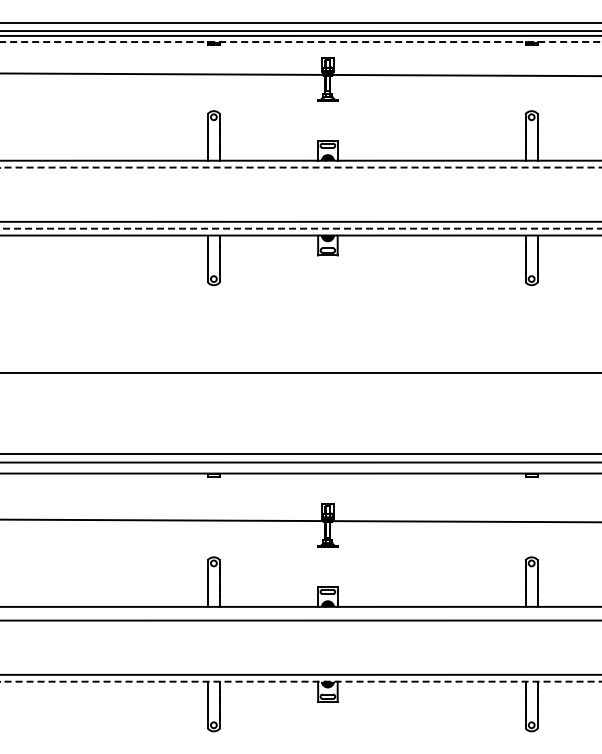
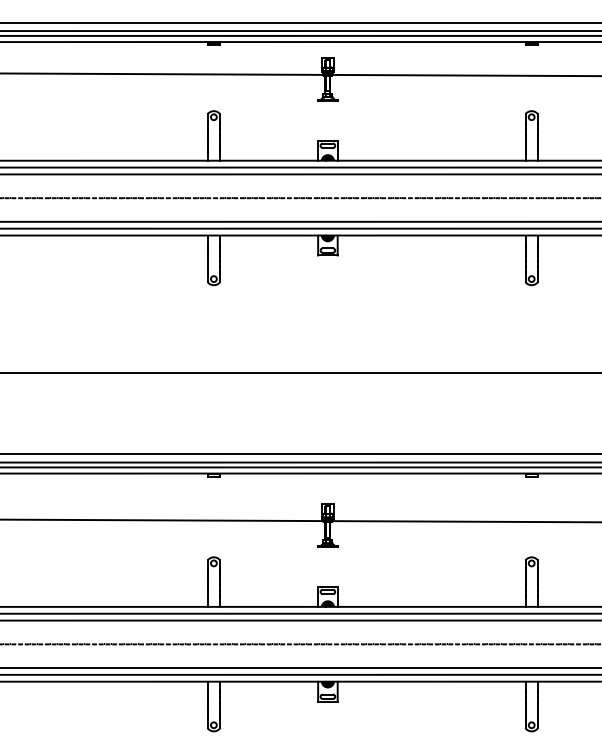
line at (300, 42): dashed -> solid
line at (301, 167): dashed -> solid
line at (300, 174): none -> present
line at (300, 198): none -> present
line at (300, 228): dashed -> solid
line at (300, 467): none -> present
line at (300, 613): none -> present
line at (300, 644): none -> present
line at (300, 667): none -> present
line at (301, 681): dashed -> solid
